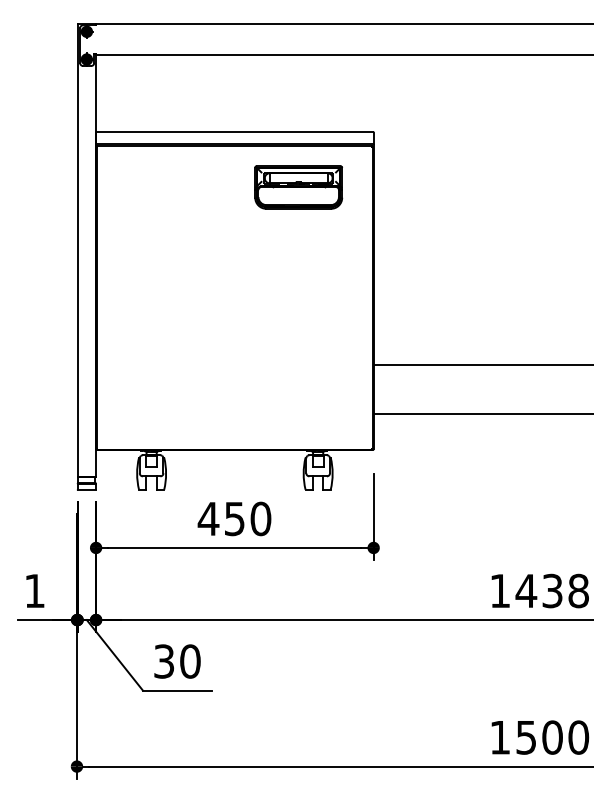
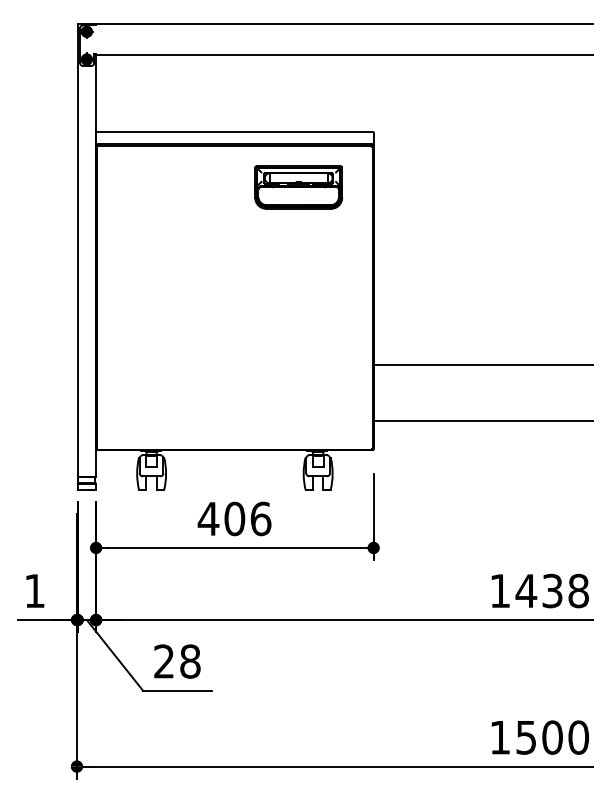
line at (481, 413) position: (481, 413) -> (481, 420)
text at (247, 518): 450 -> 406
text at (177, 661): 30 -> 28
